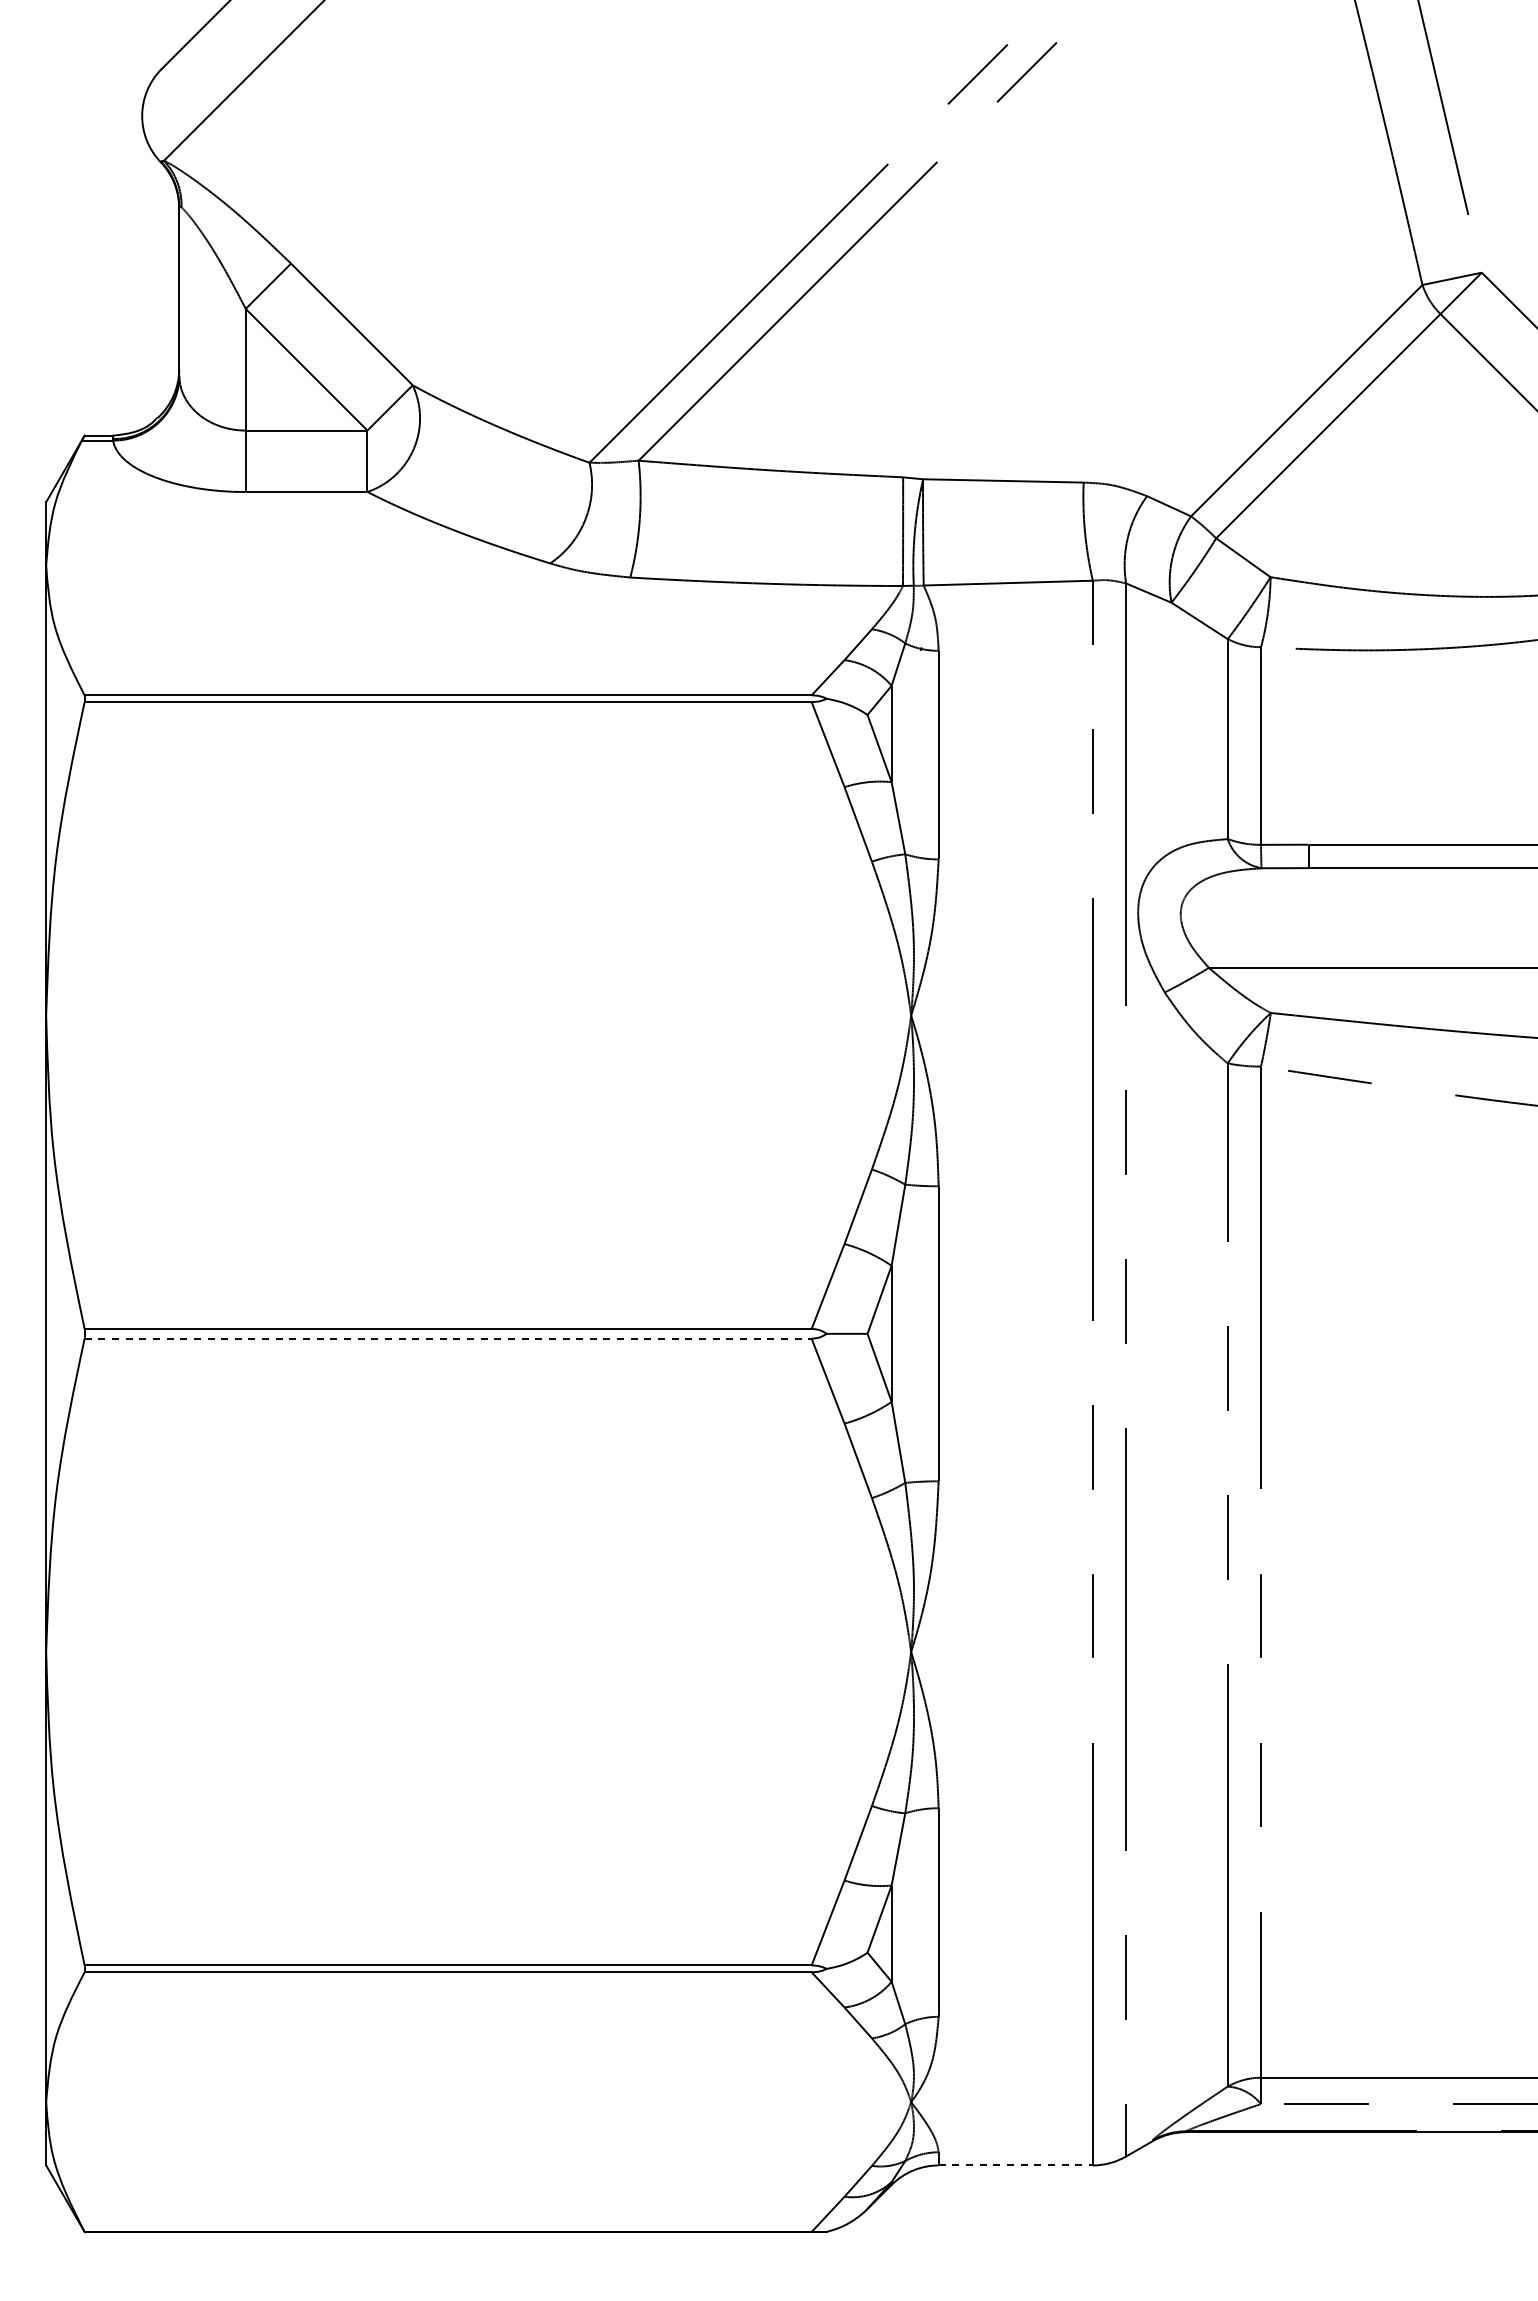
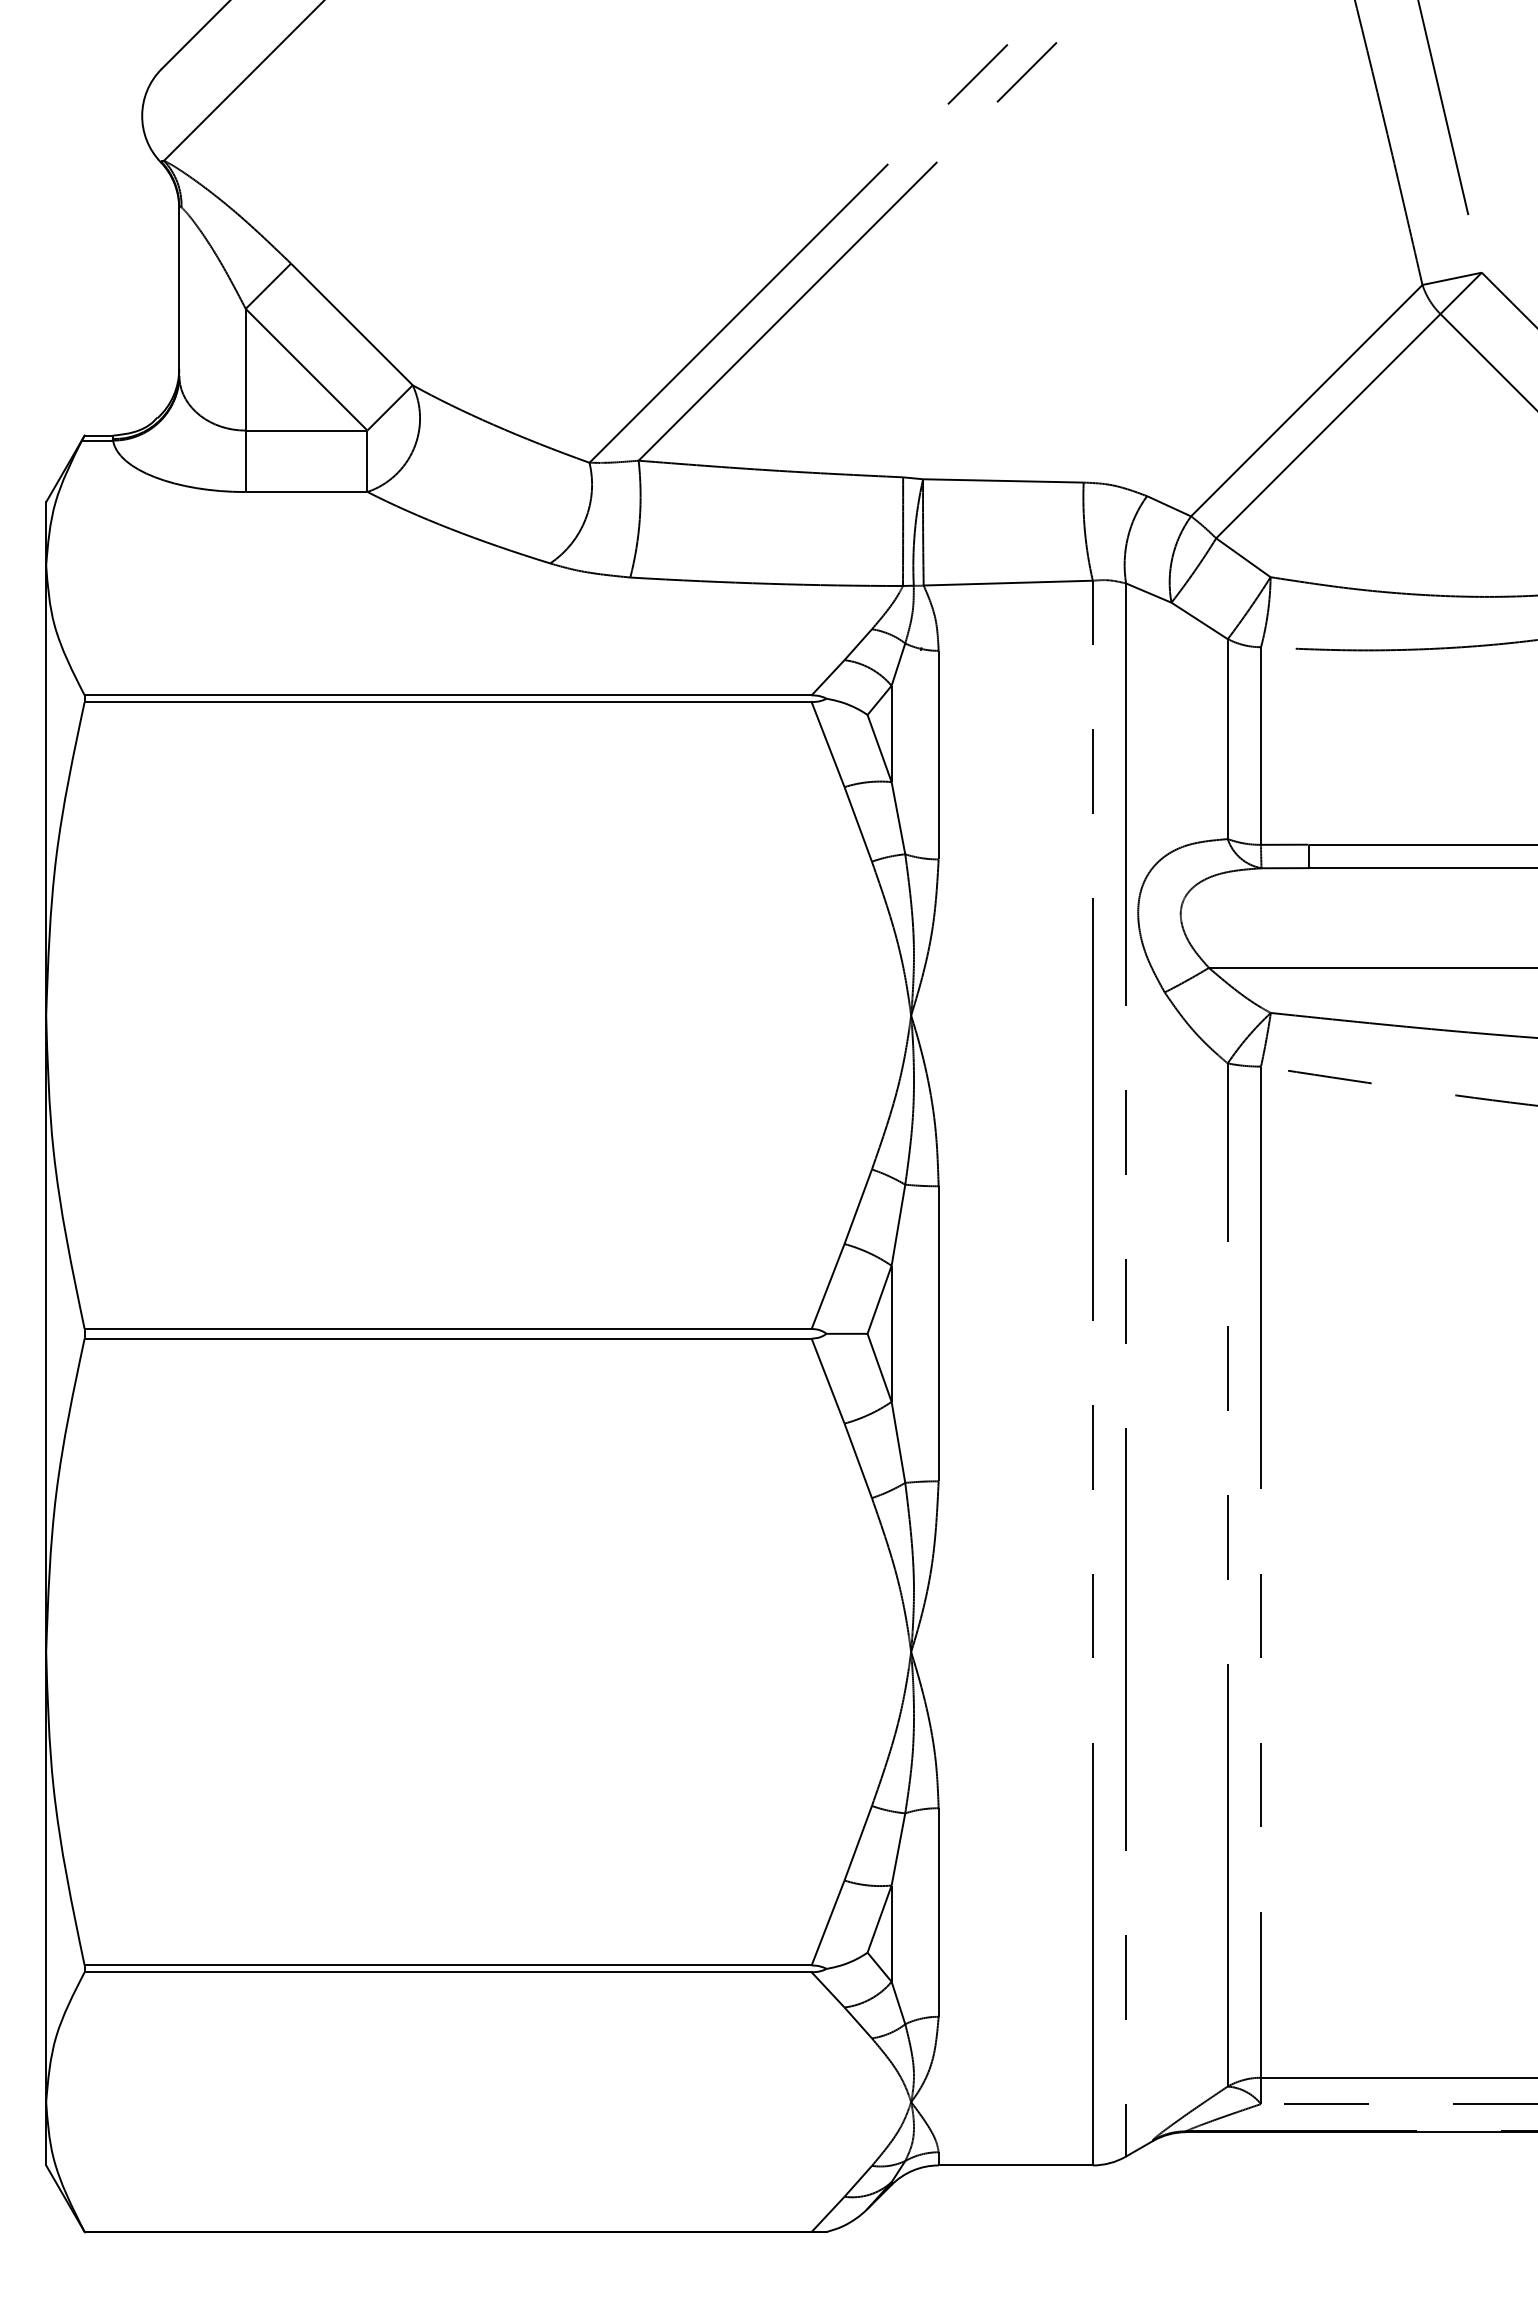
line at (448, 1338): dashed -> solid
line at (1016, 2165): dashed -> solid
